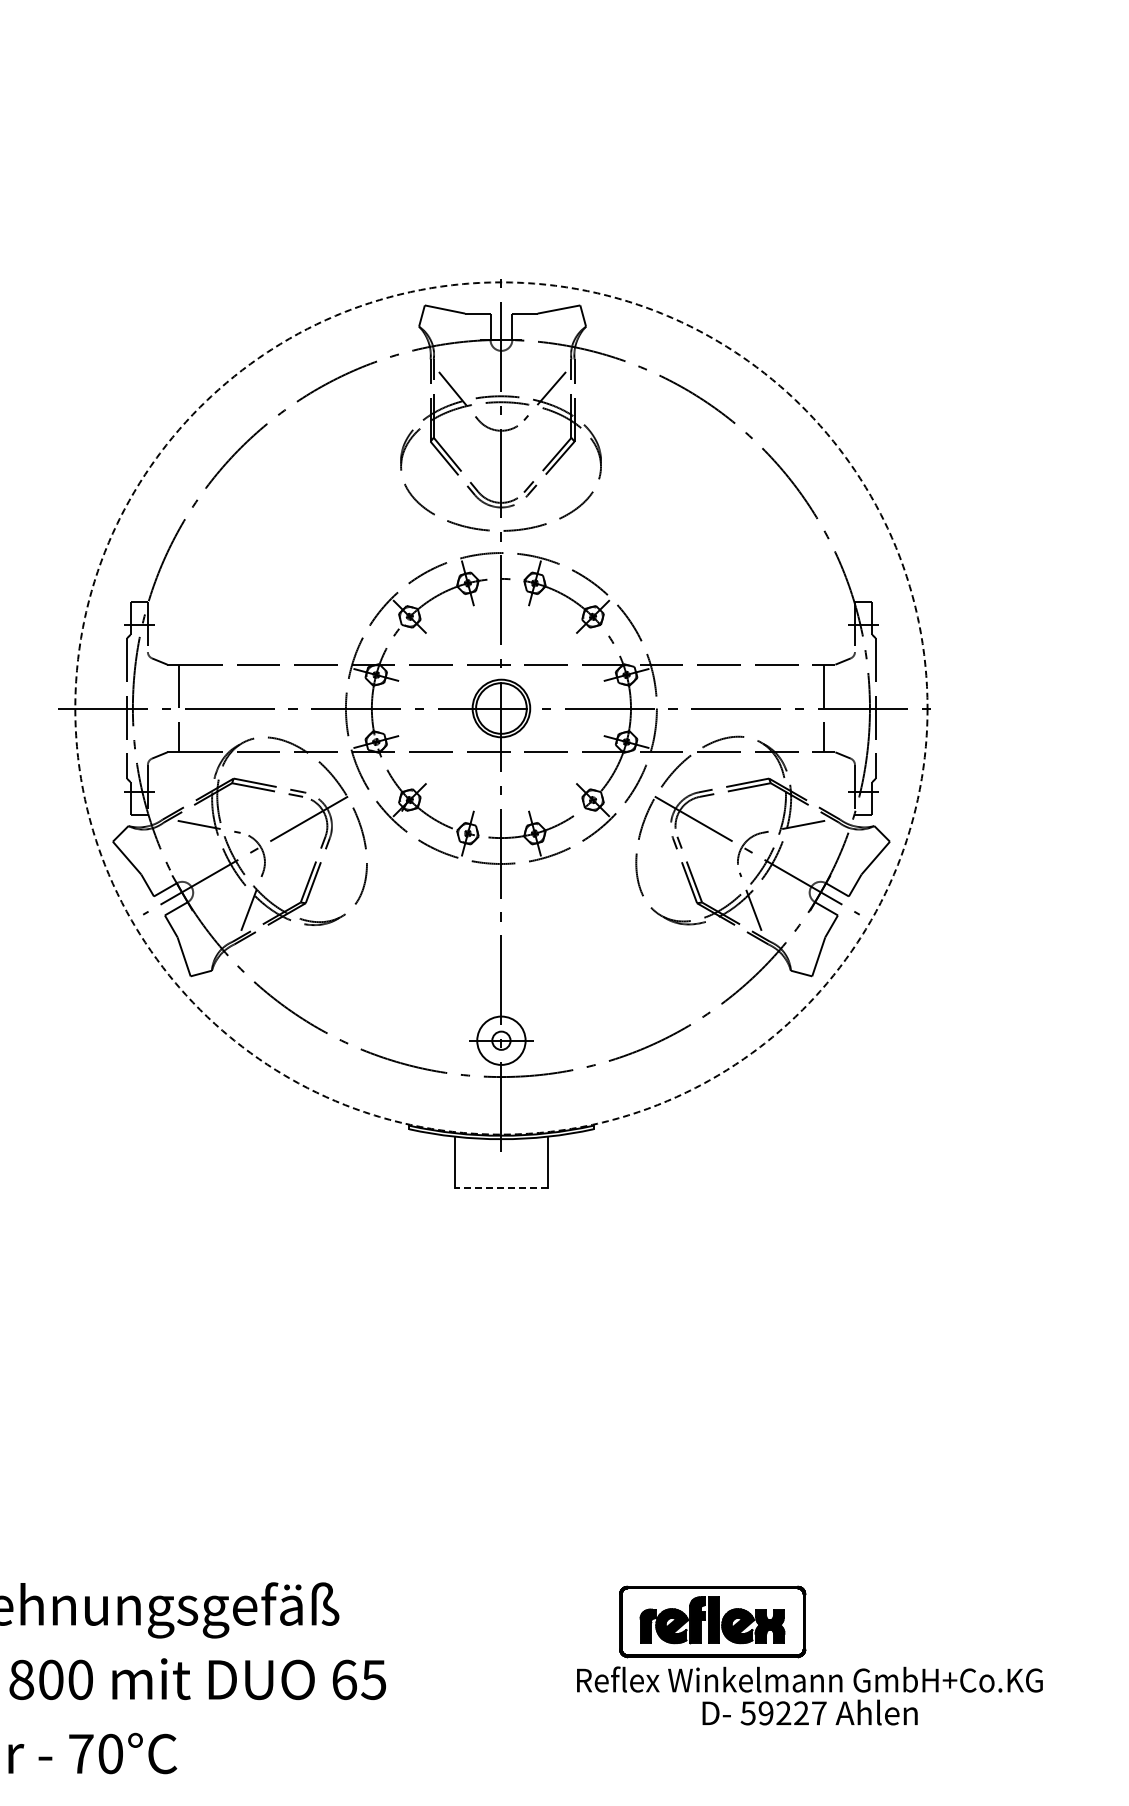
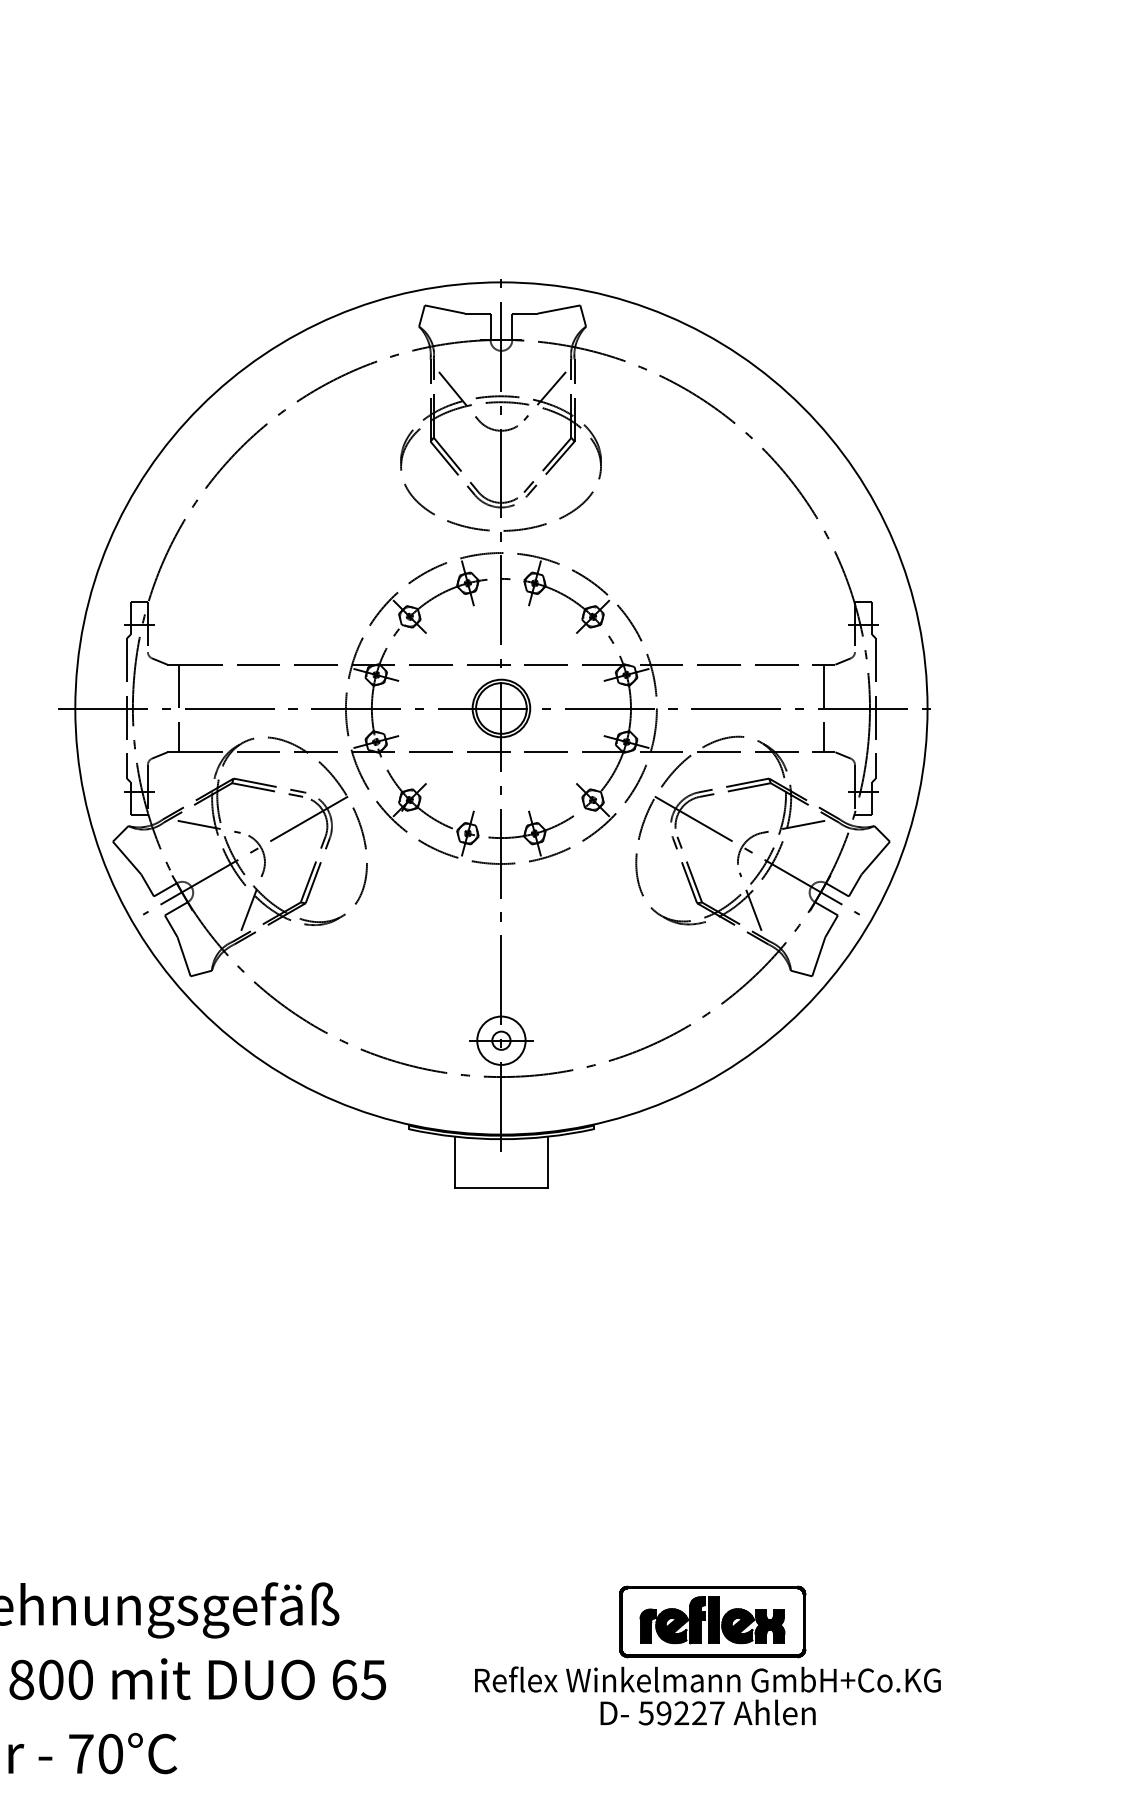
circle at (501, 708): dashed -> solid
line at (500, 1188): dashed -> solid
text at (809, 1695) position: (809, 1695) -> (707, 1695)
